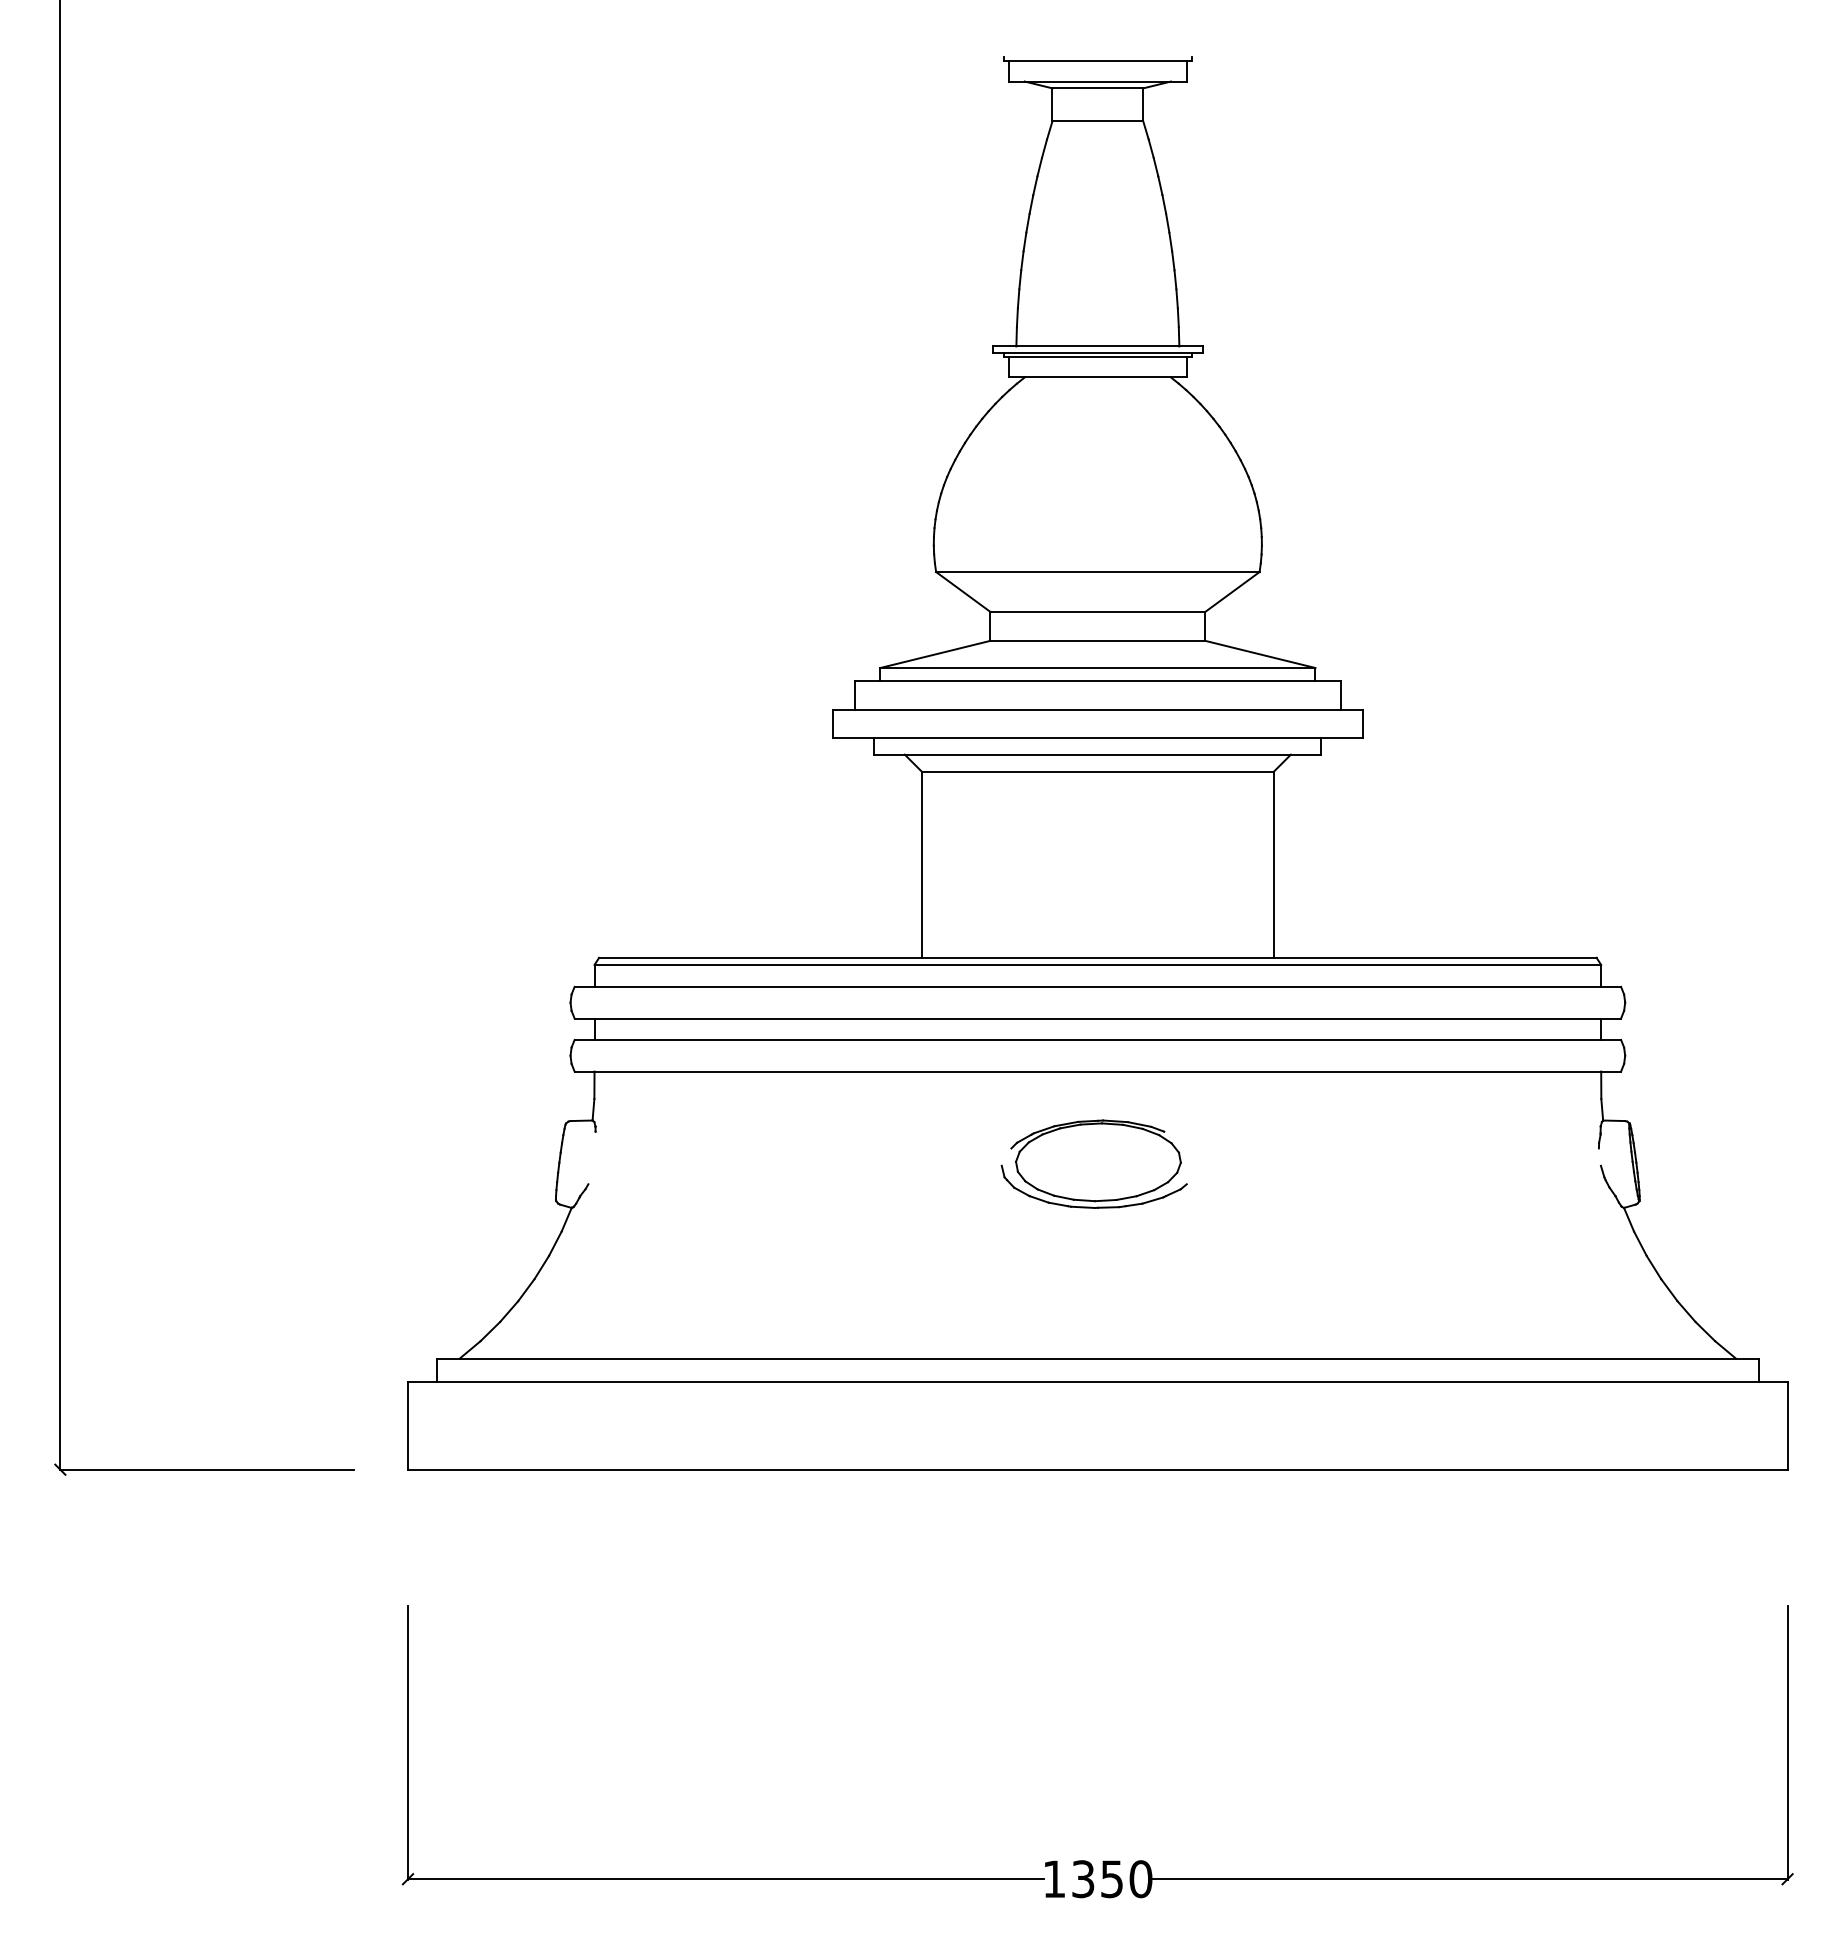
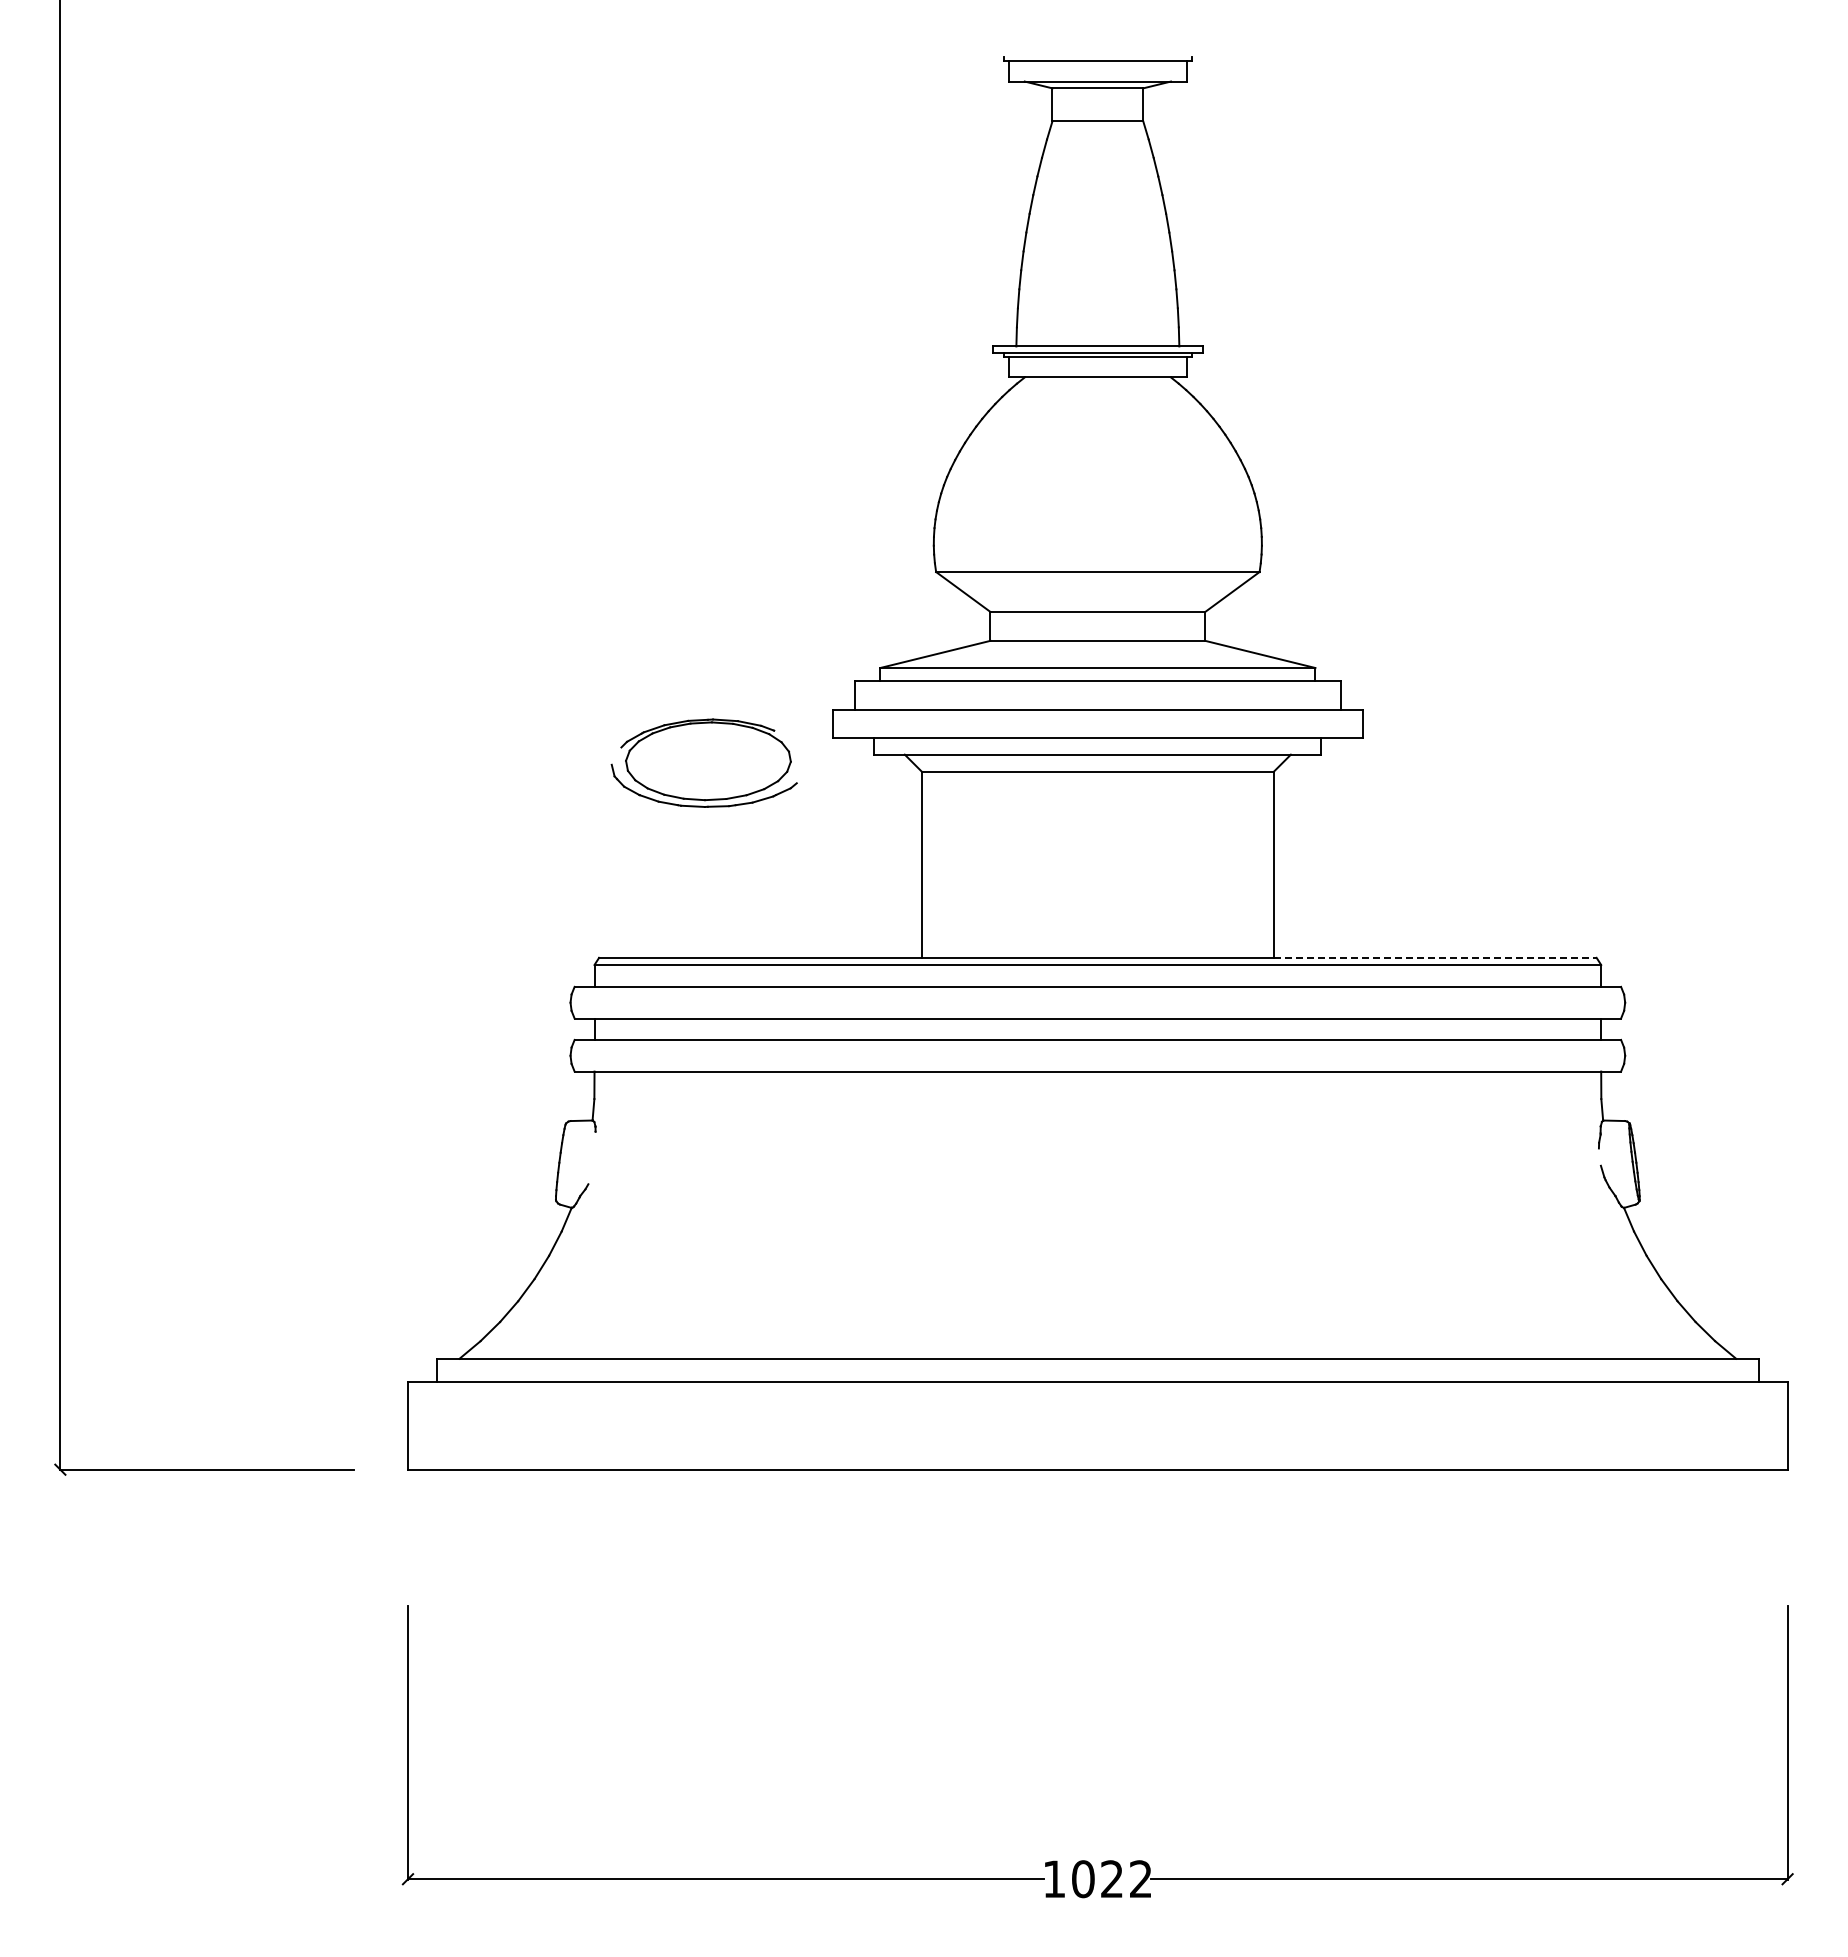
line at (1435, 957): solid -> dashed
part at (1093, 1163) position: (1093, 1163) -> (703, 762)
text at (1112, 1879): 1350 -> 1022
